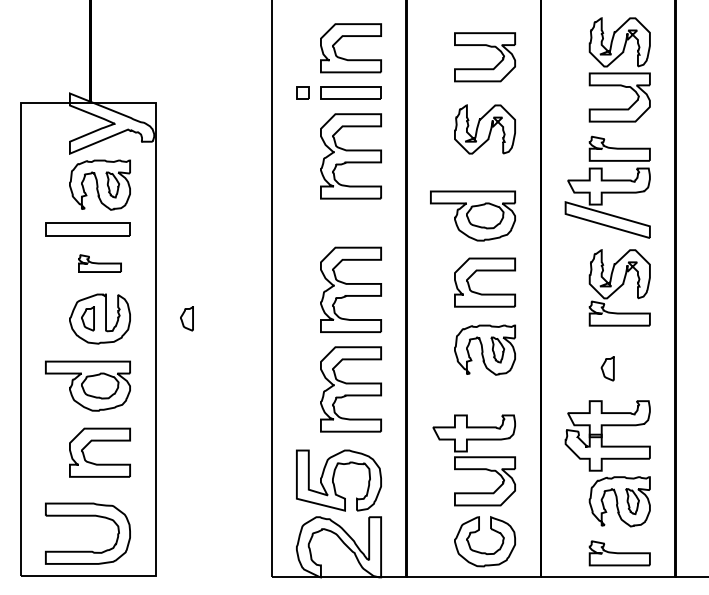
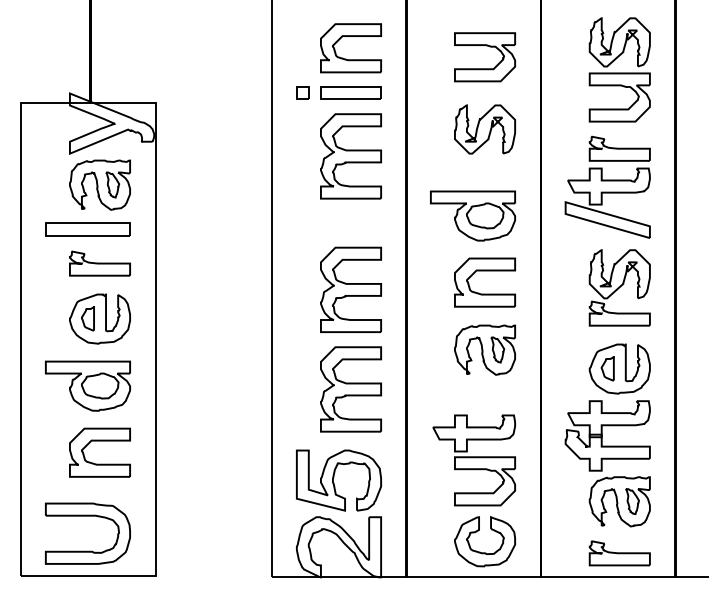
part at (99, 263) size: 44x19 px -> 62x27 px
part at (186, 318): present -> none
part at (619, 368): none -> present
